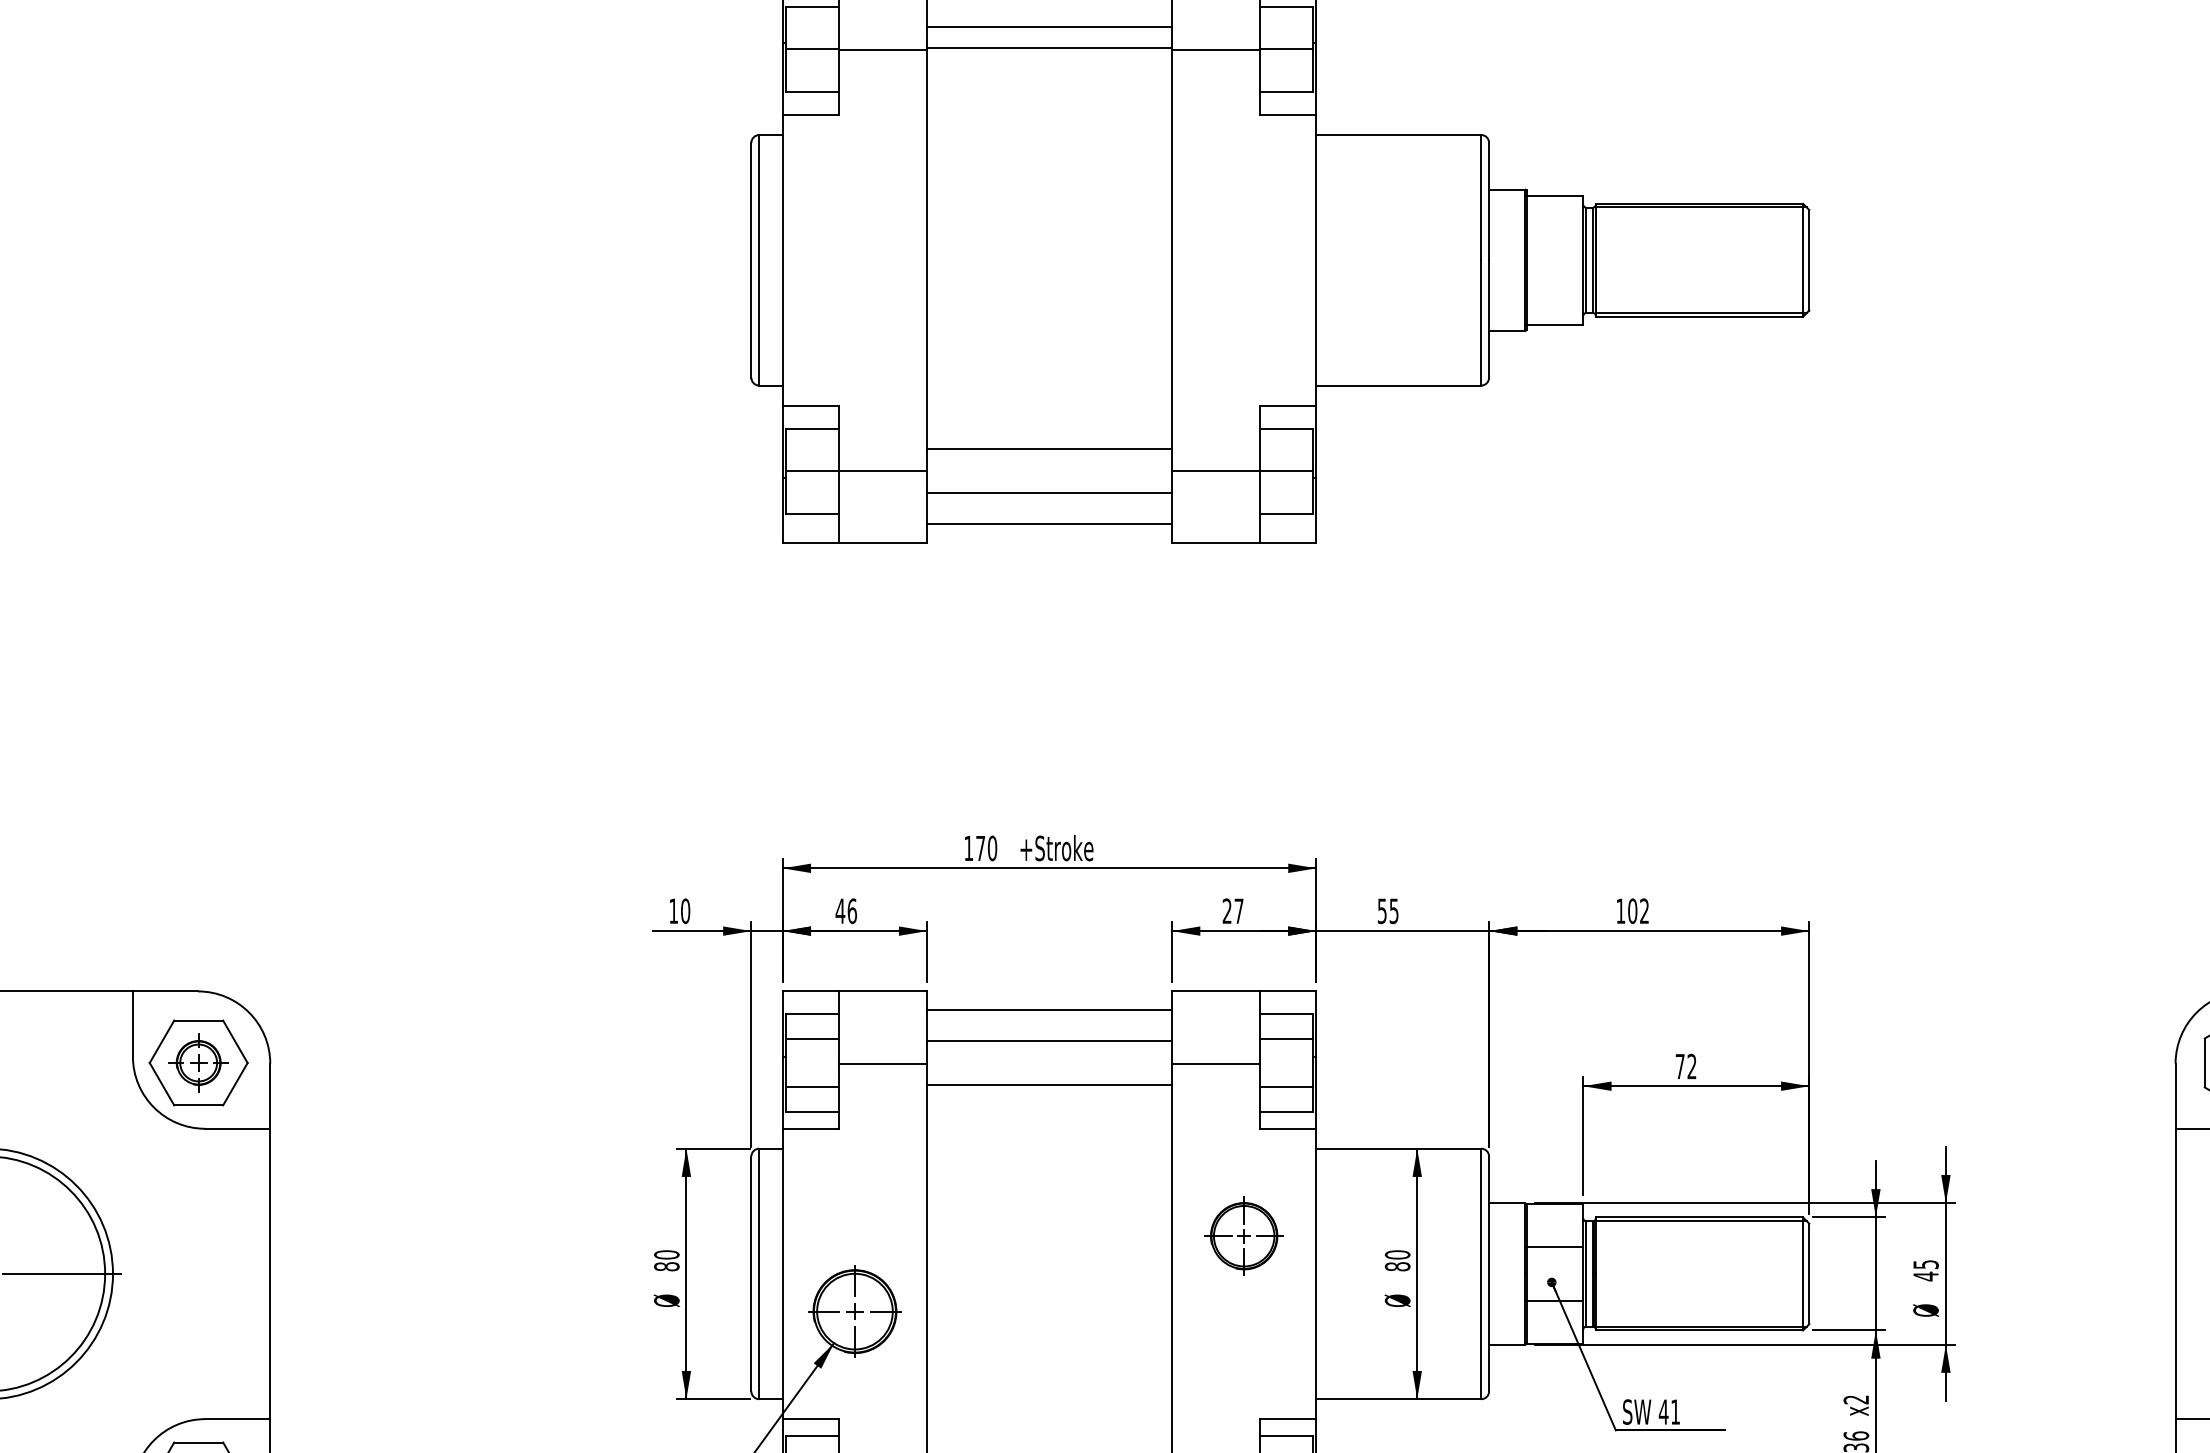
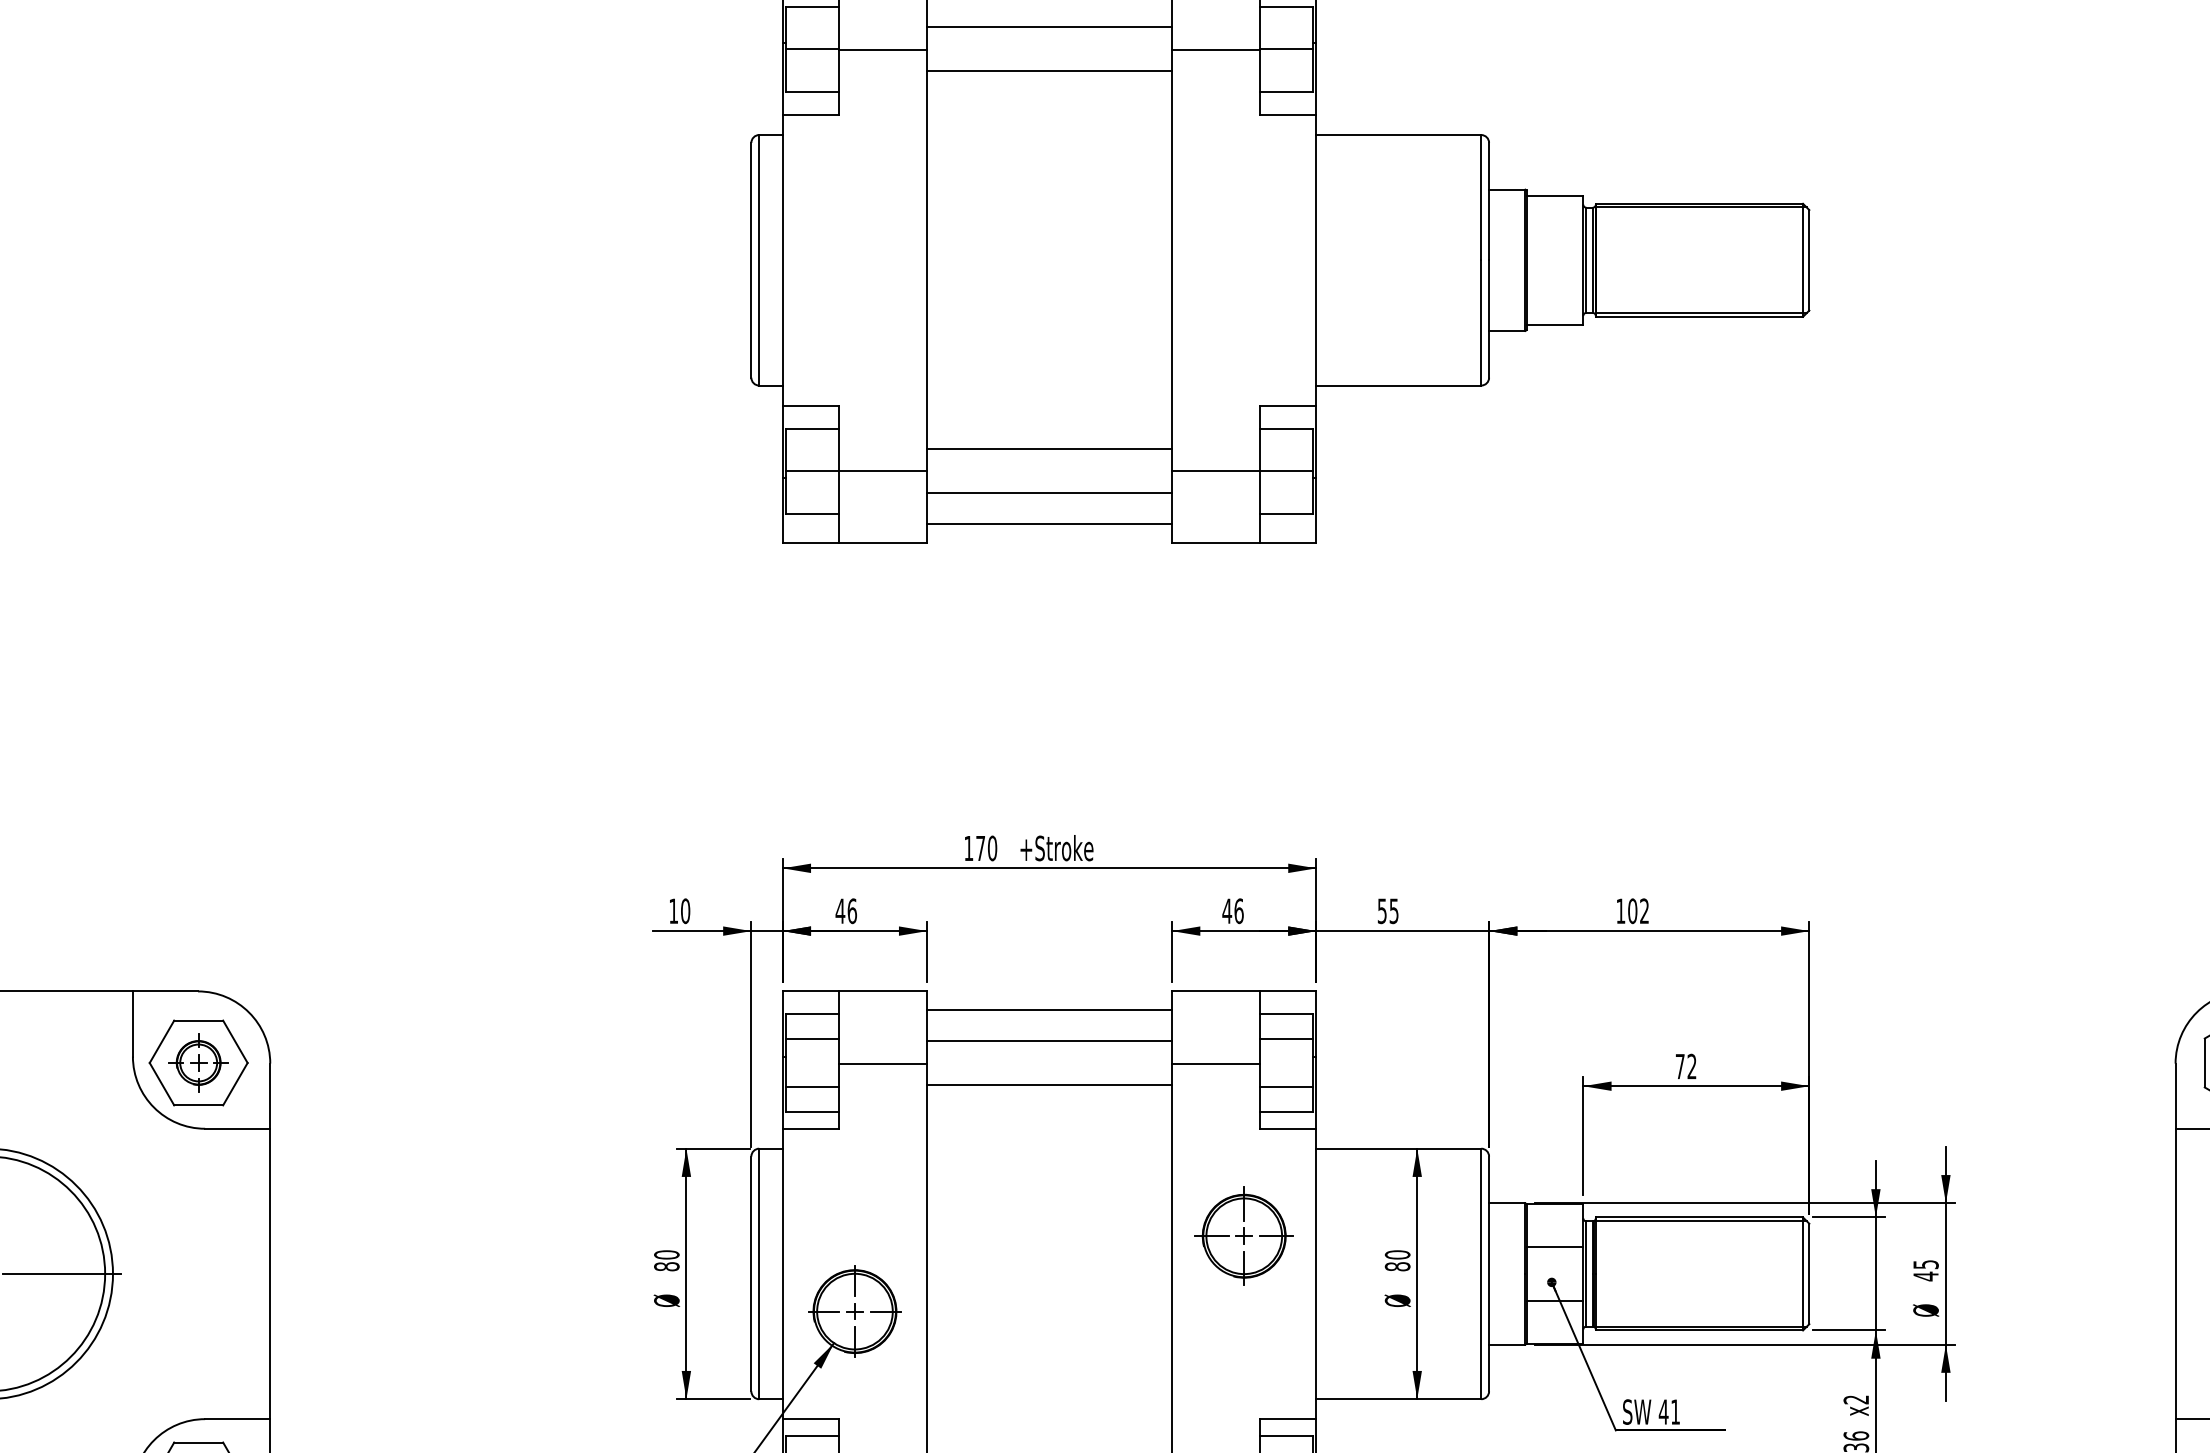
line at (1049, 48) position: (1049, 48) -> (1049, 71)
text at (1232, 911): 27 -> 46
part at (1243, 1235) size: 80x80 px -> 100x100 px
